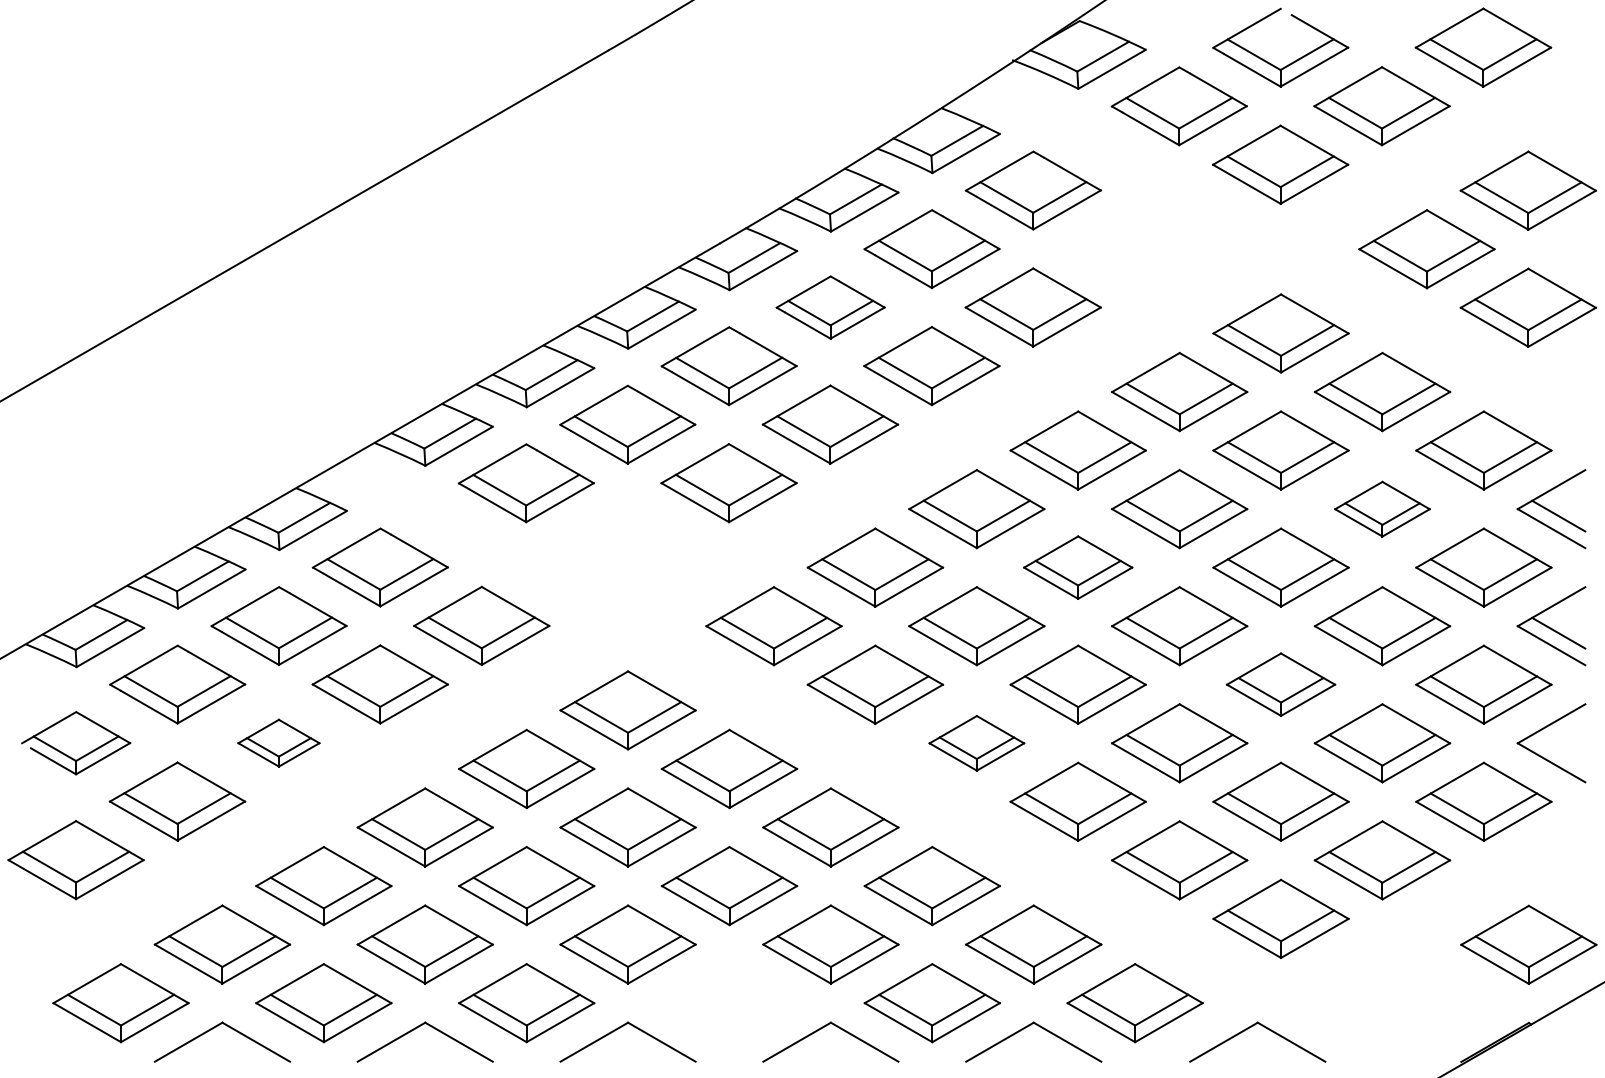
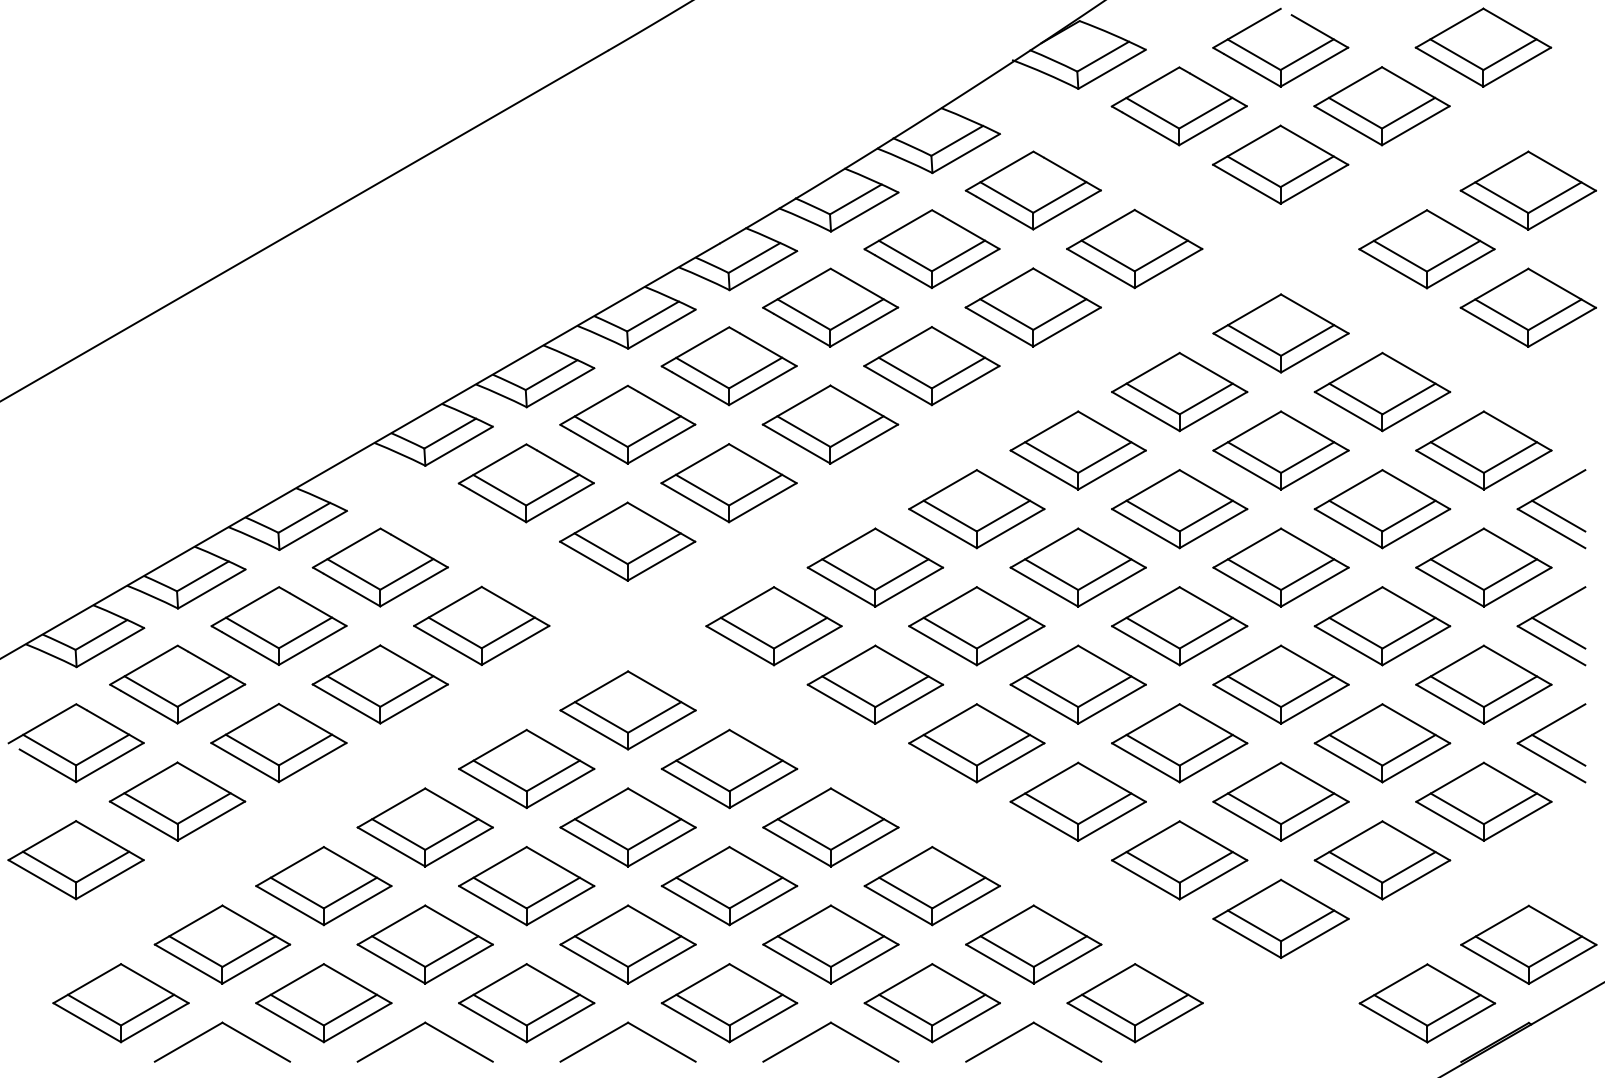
part at (1134, 248): none -> present
part at (830, 307) size: 111x65 px -> 138x81 px
part at (1382, 508) size: 97x58 px -> 139x81 px
part at (627, 541): none -> present
part at (1078, 567) size: 111x65 px -> 138x81 px
part at (1280, 684) size: 112x65 px -> 138x81 px
part at (278, 742) size: 84x50 px -> 138x81 px
part at (76, 743) size: 111x65 px -> 138x81 px
part at (976, 743) size: 98x57 px -> 138x81 px
line at (1558, 749): none -> present
part at (729, 1003): none -> present
part at (1427, 1003): none -> present
part at (1248, 1029): present -> none
